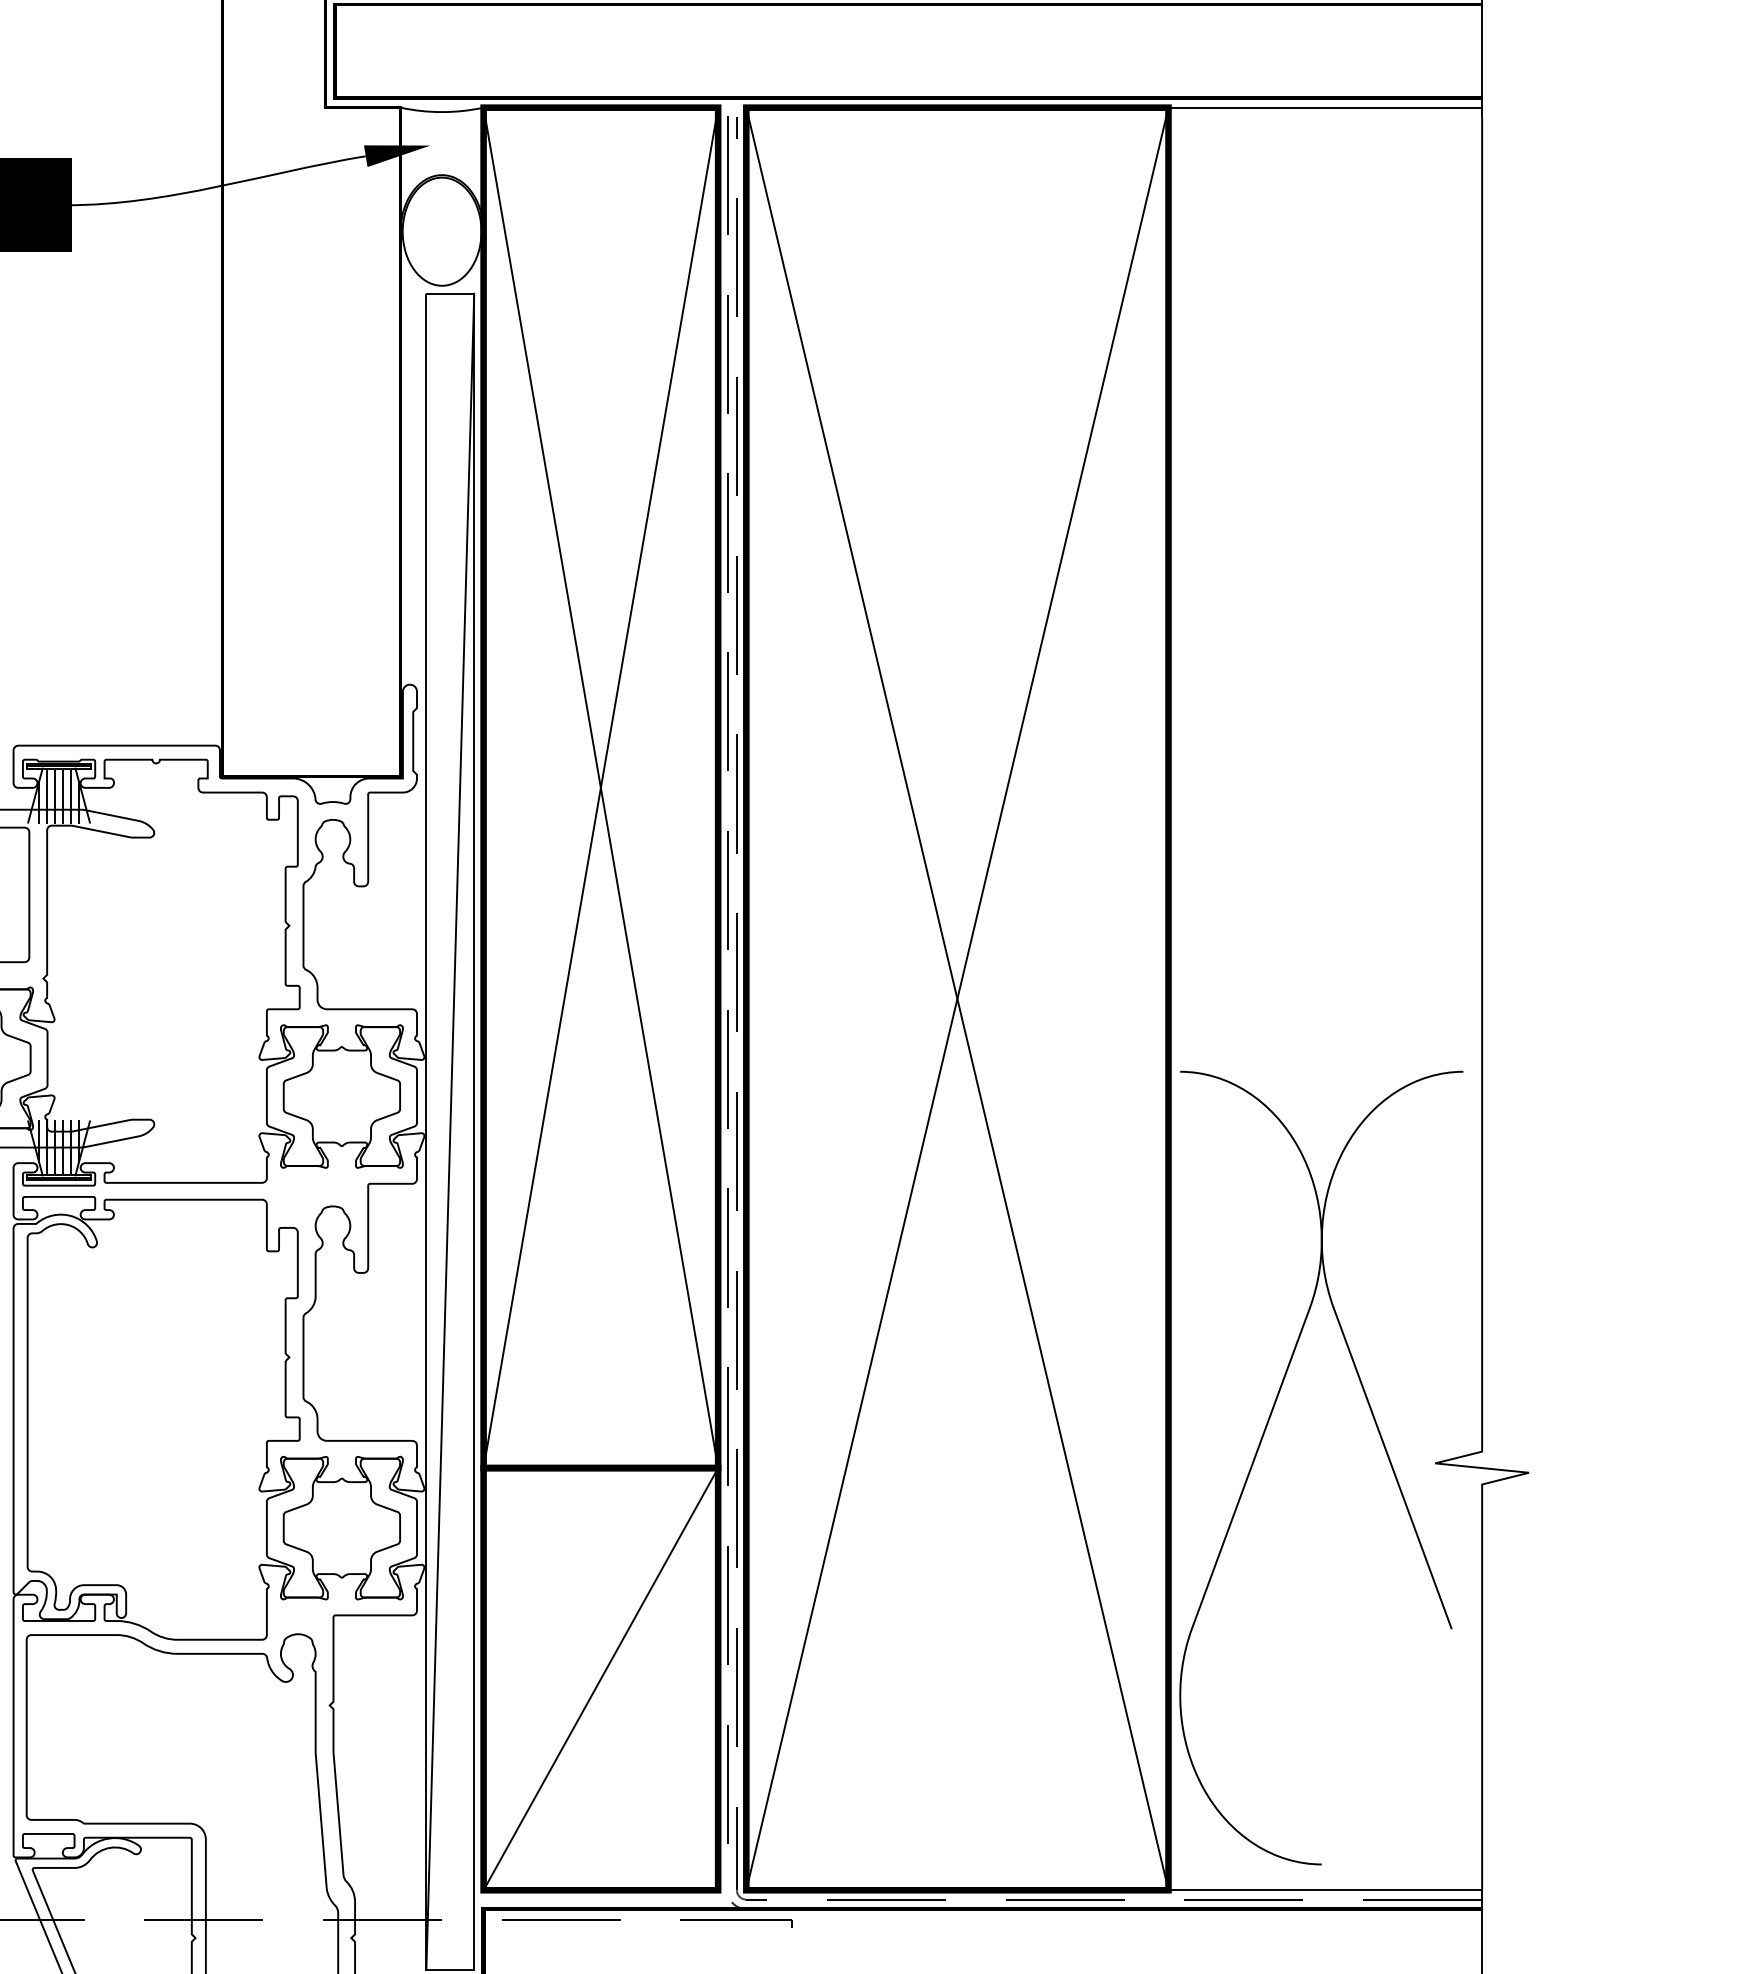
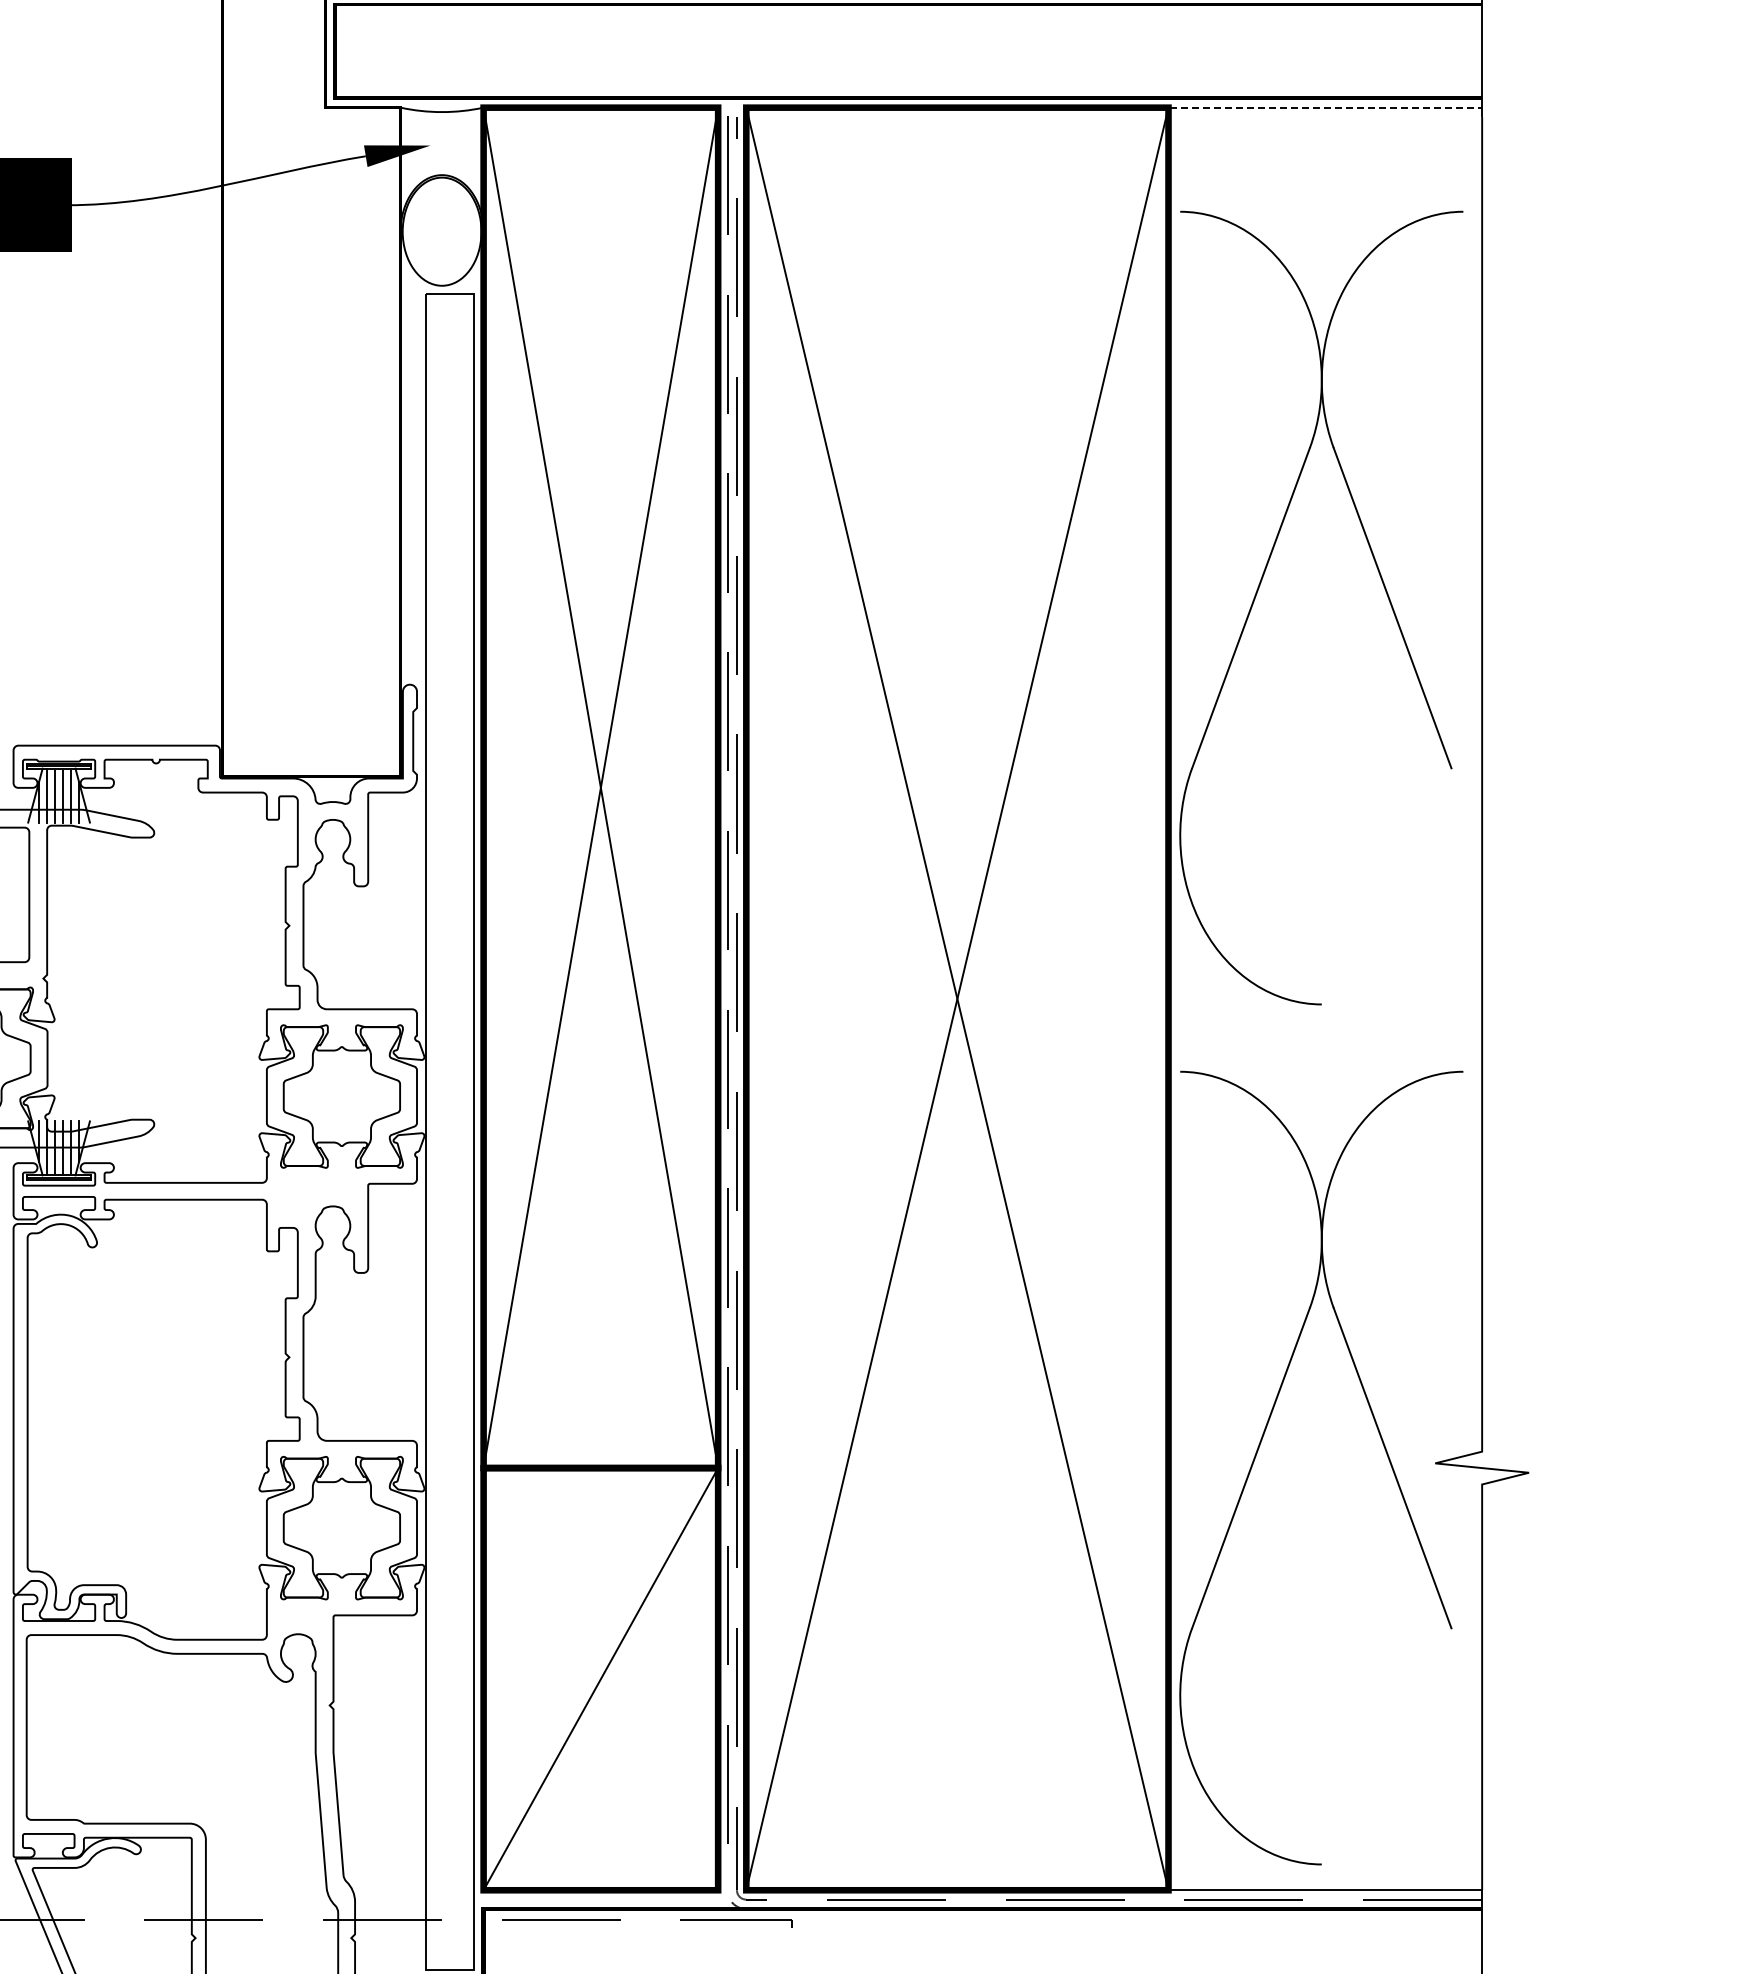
line at (1320, 107): solid -> dashed
part at (1261, 583): none -> present
line at (450, 1131): present -> none
